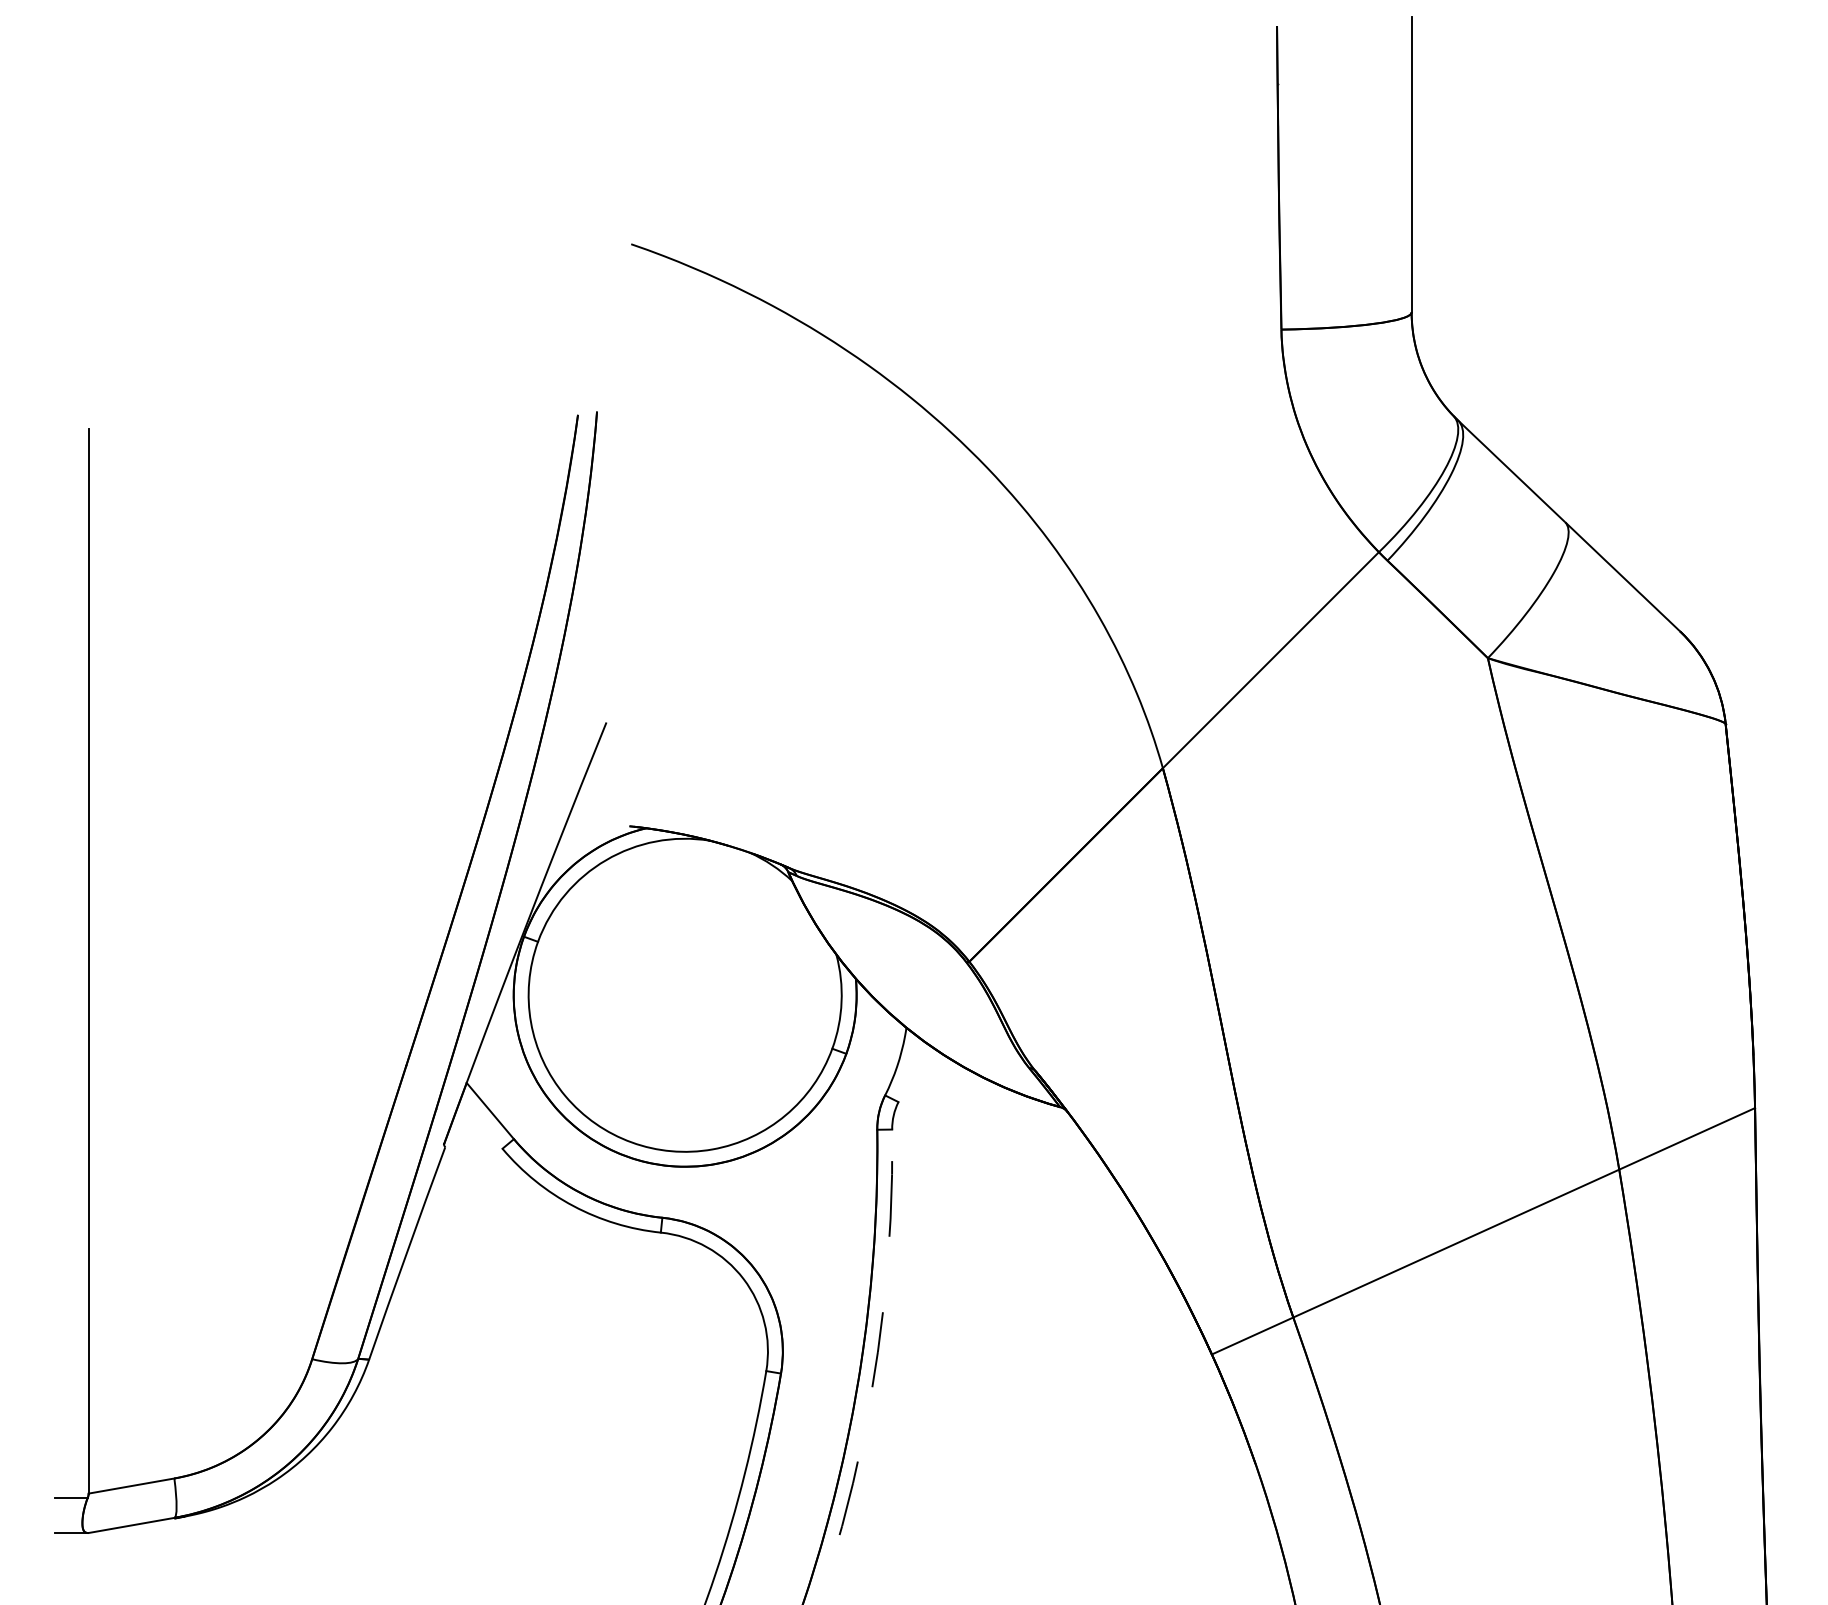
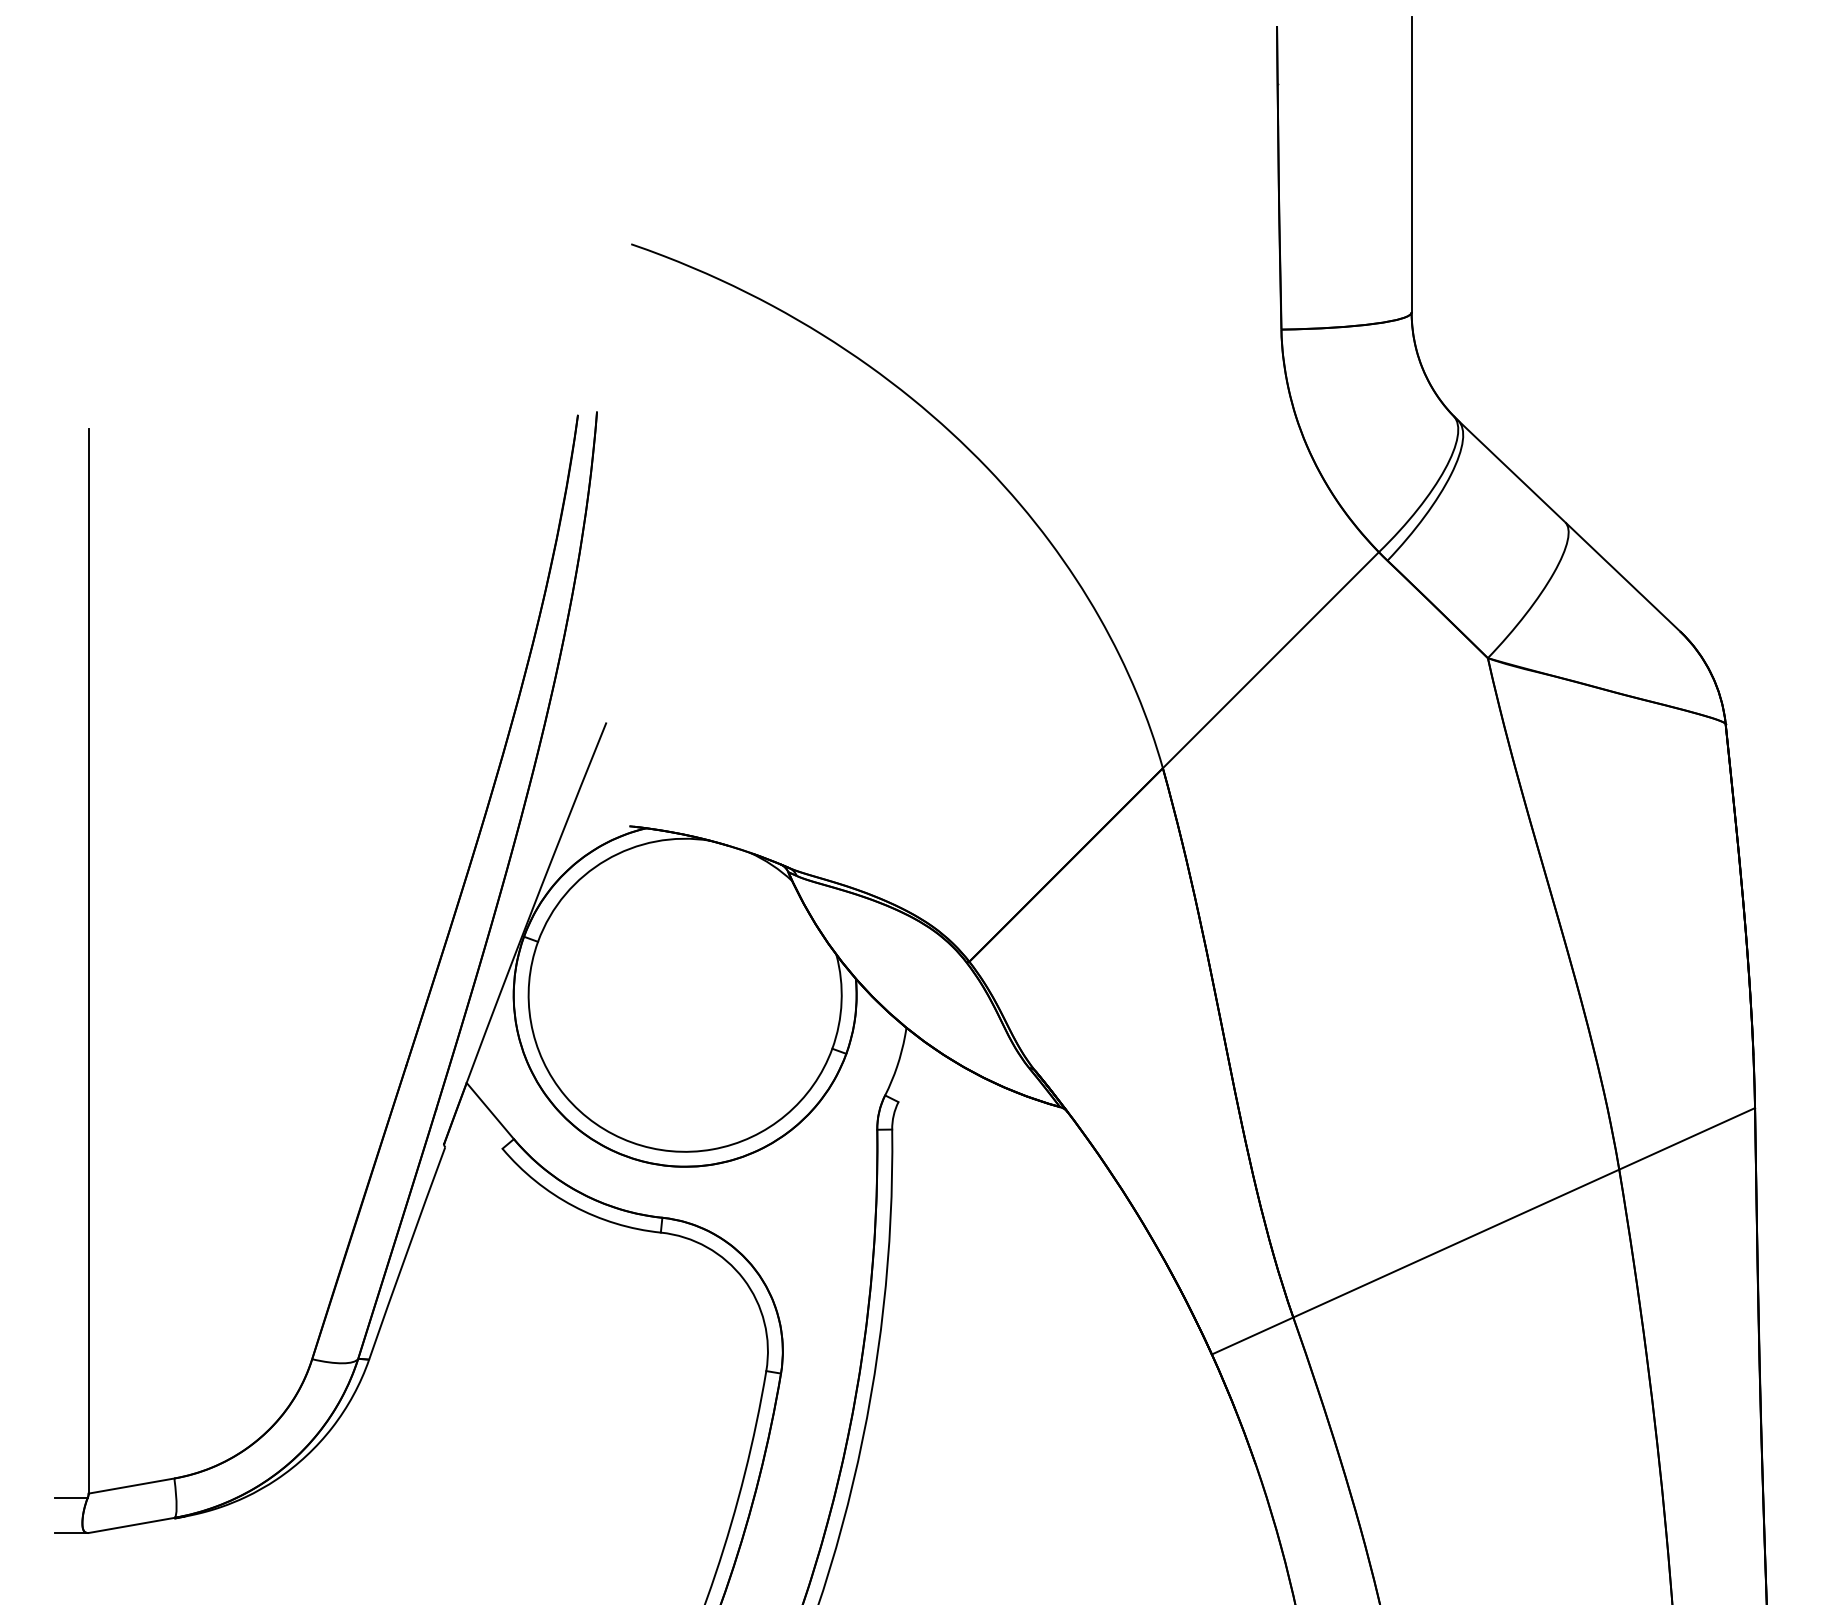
arc at (875, 1371): dashed -> solid
